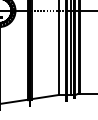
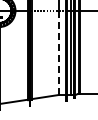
line at (59, 52): solid -> dashed
